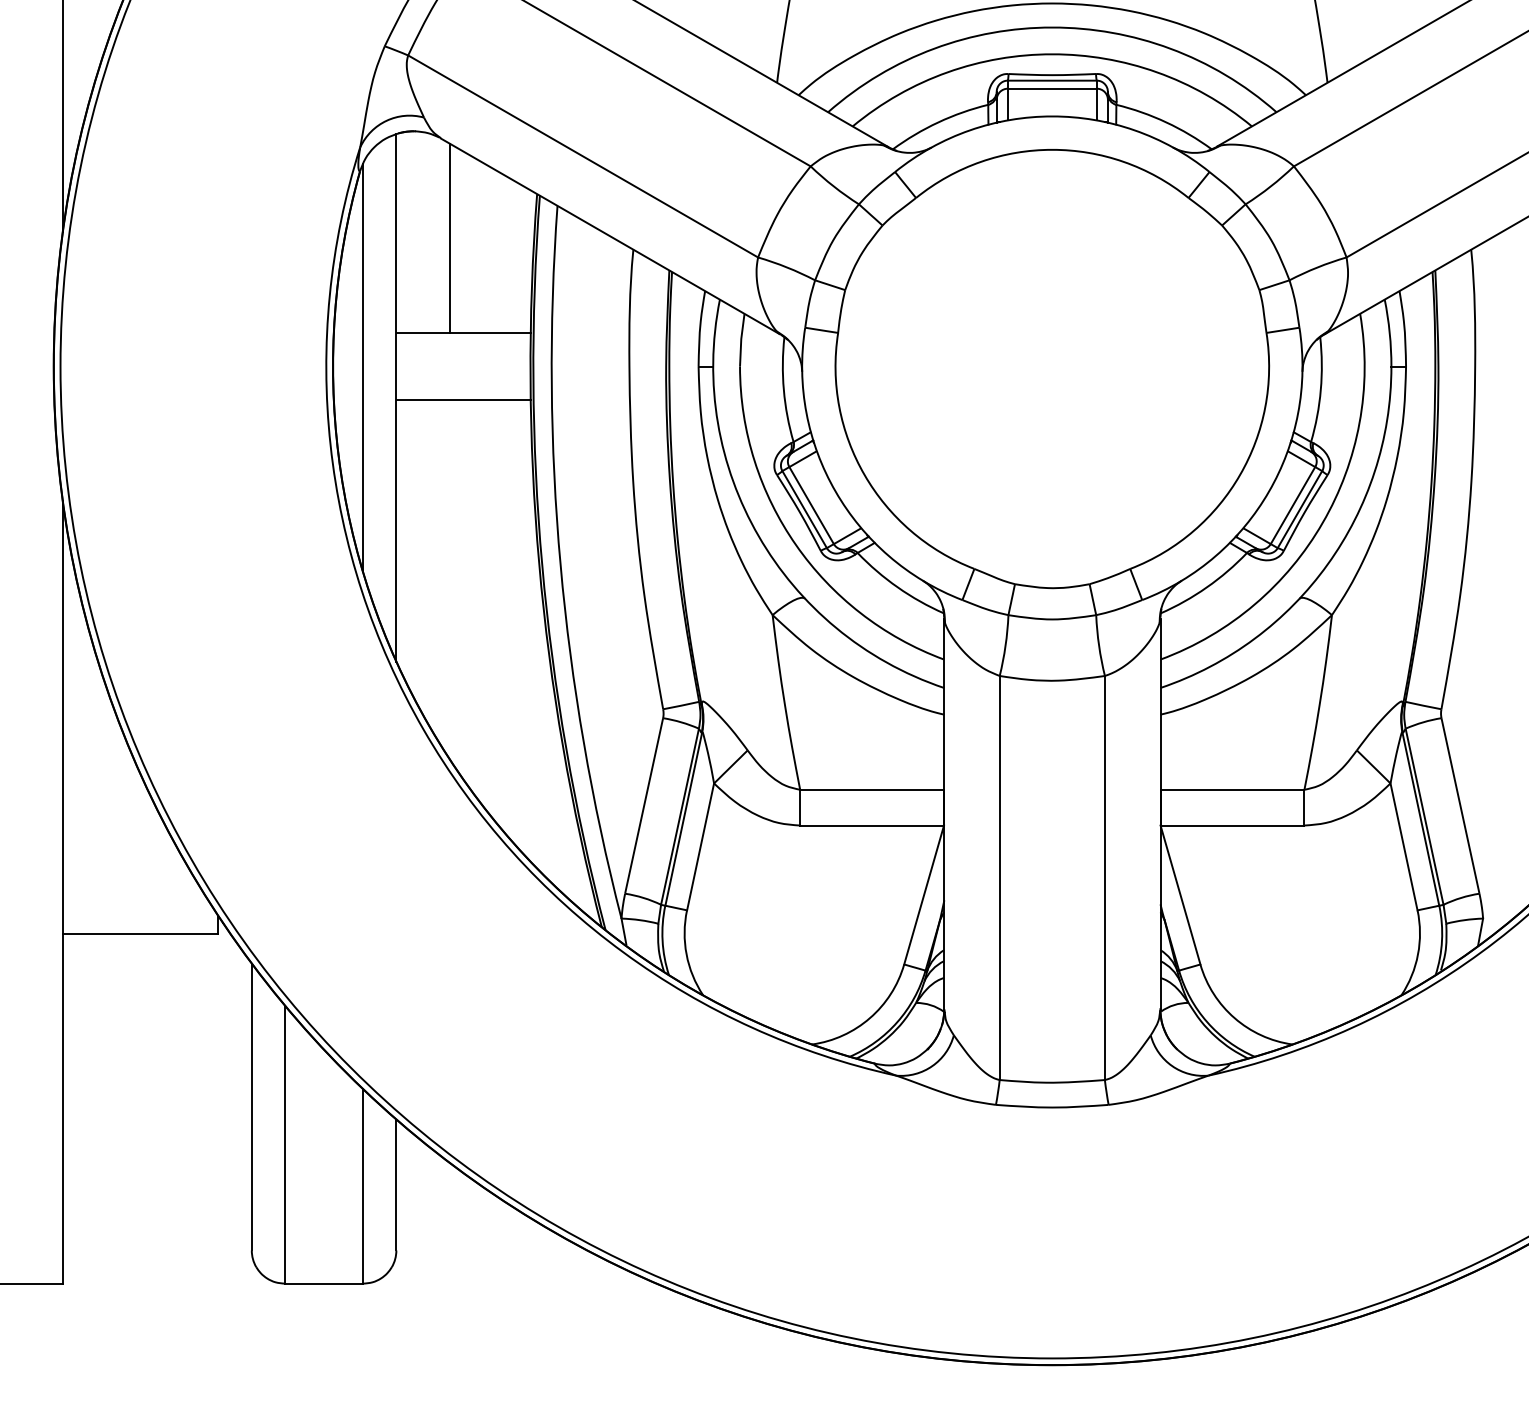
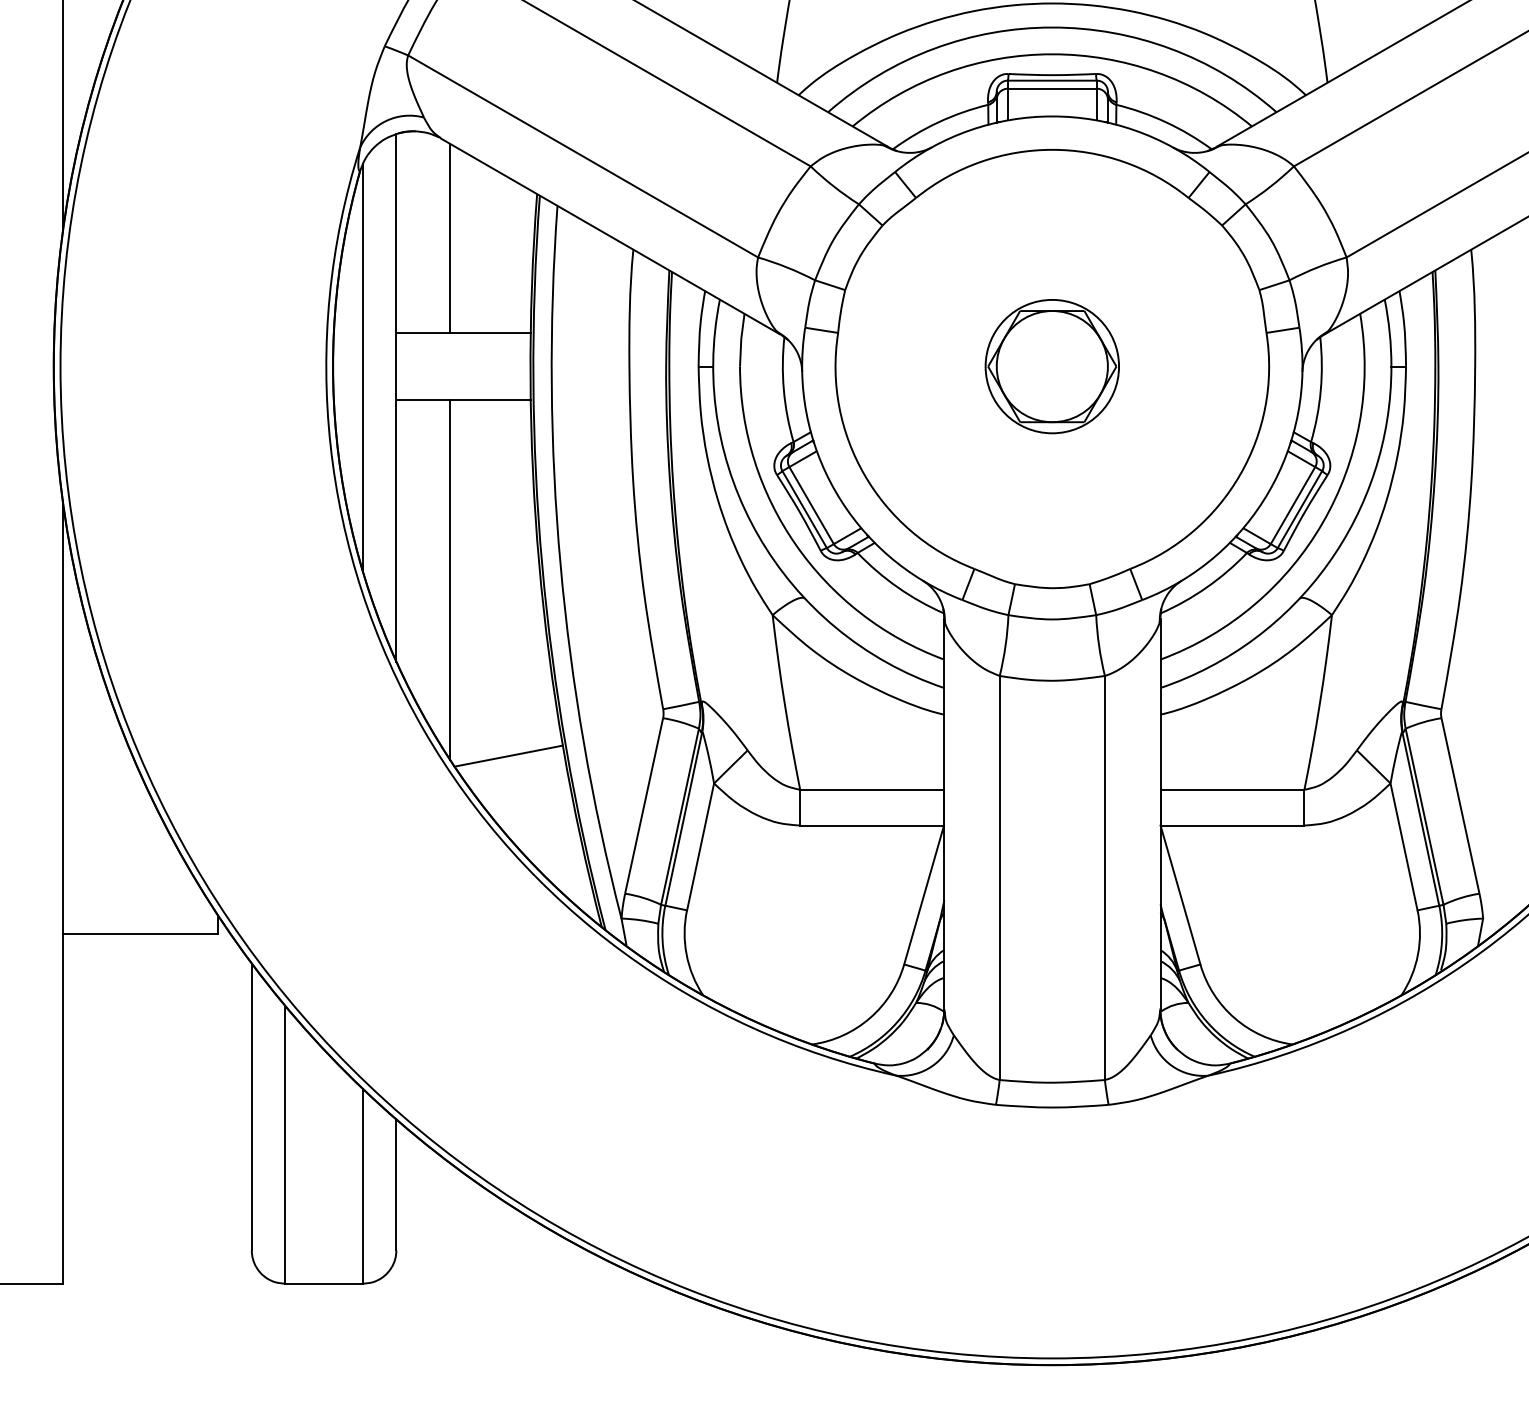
part at (1051, 366): none -> present
line at (450, 580): none -> present
line at (508, 755): none -> present
